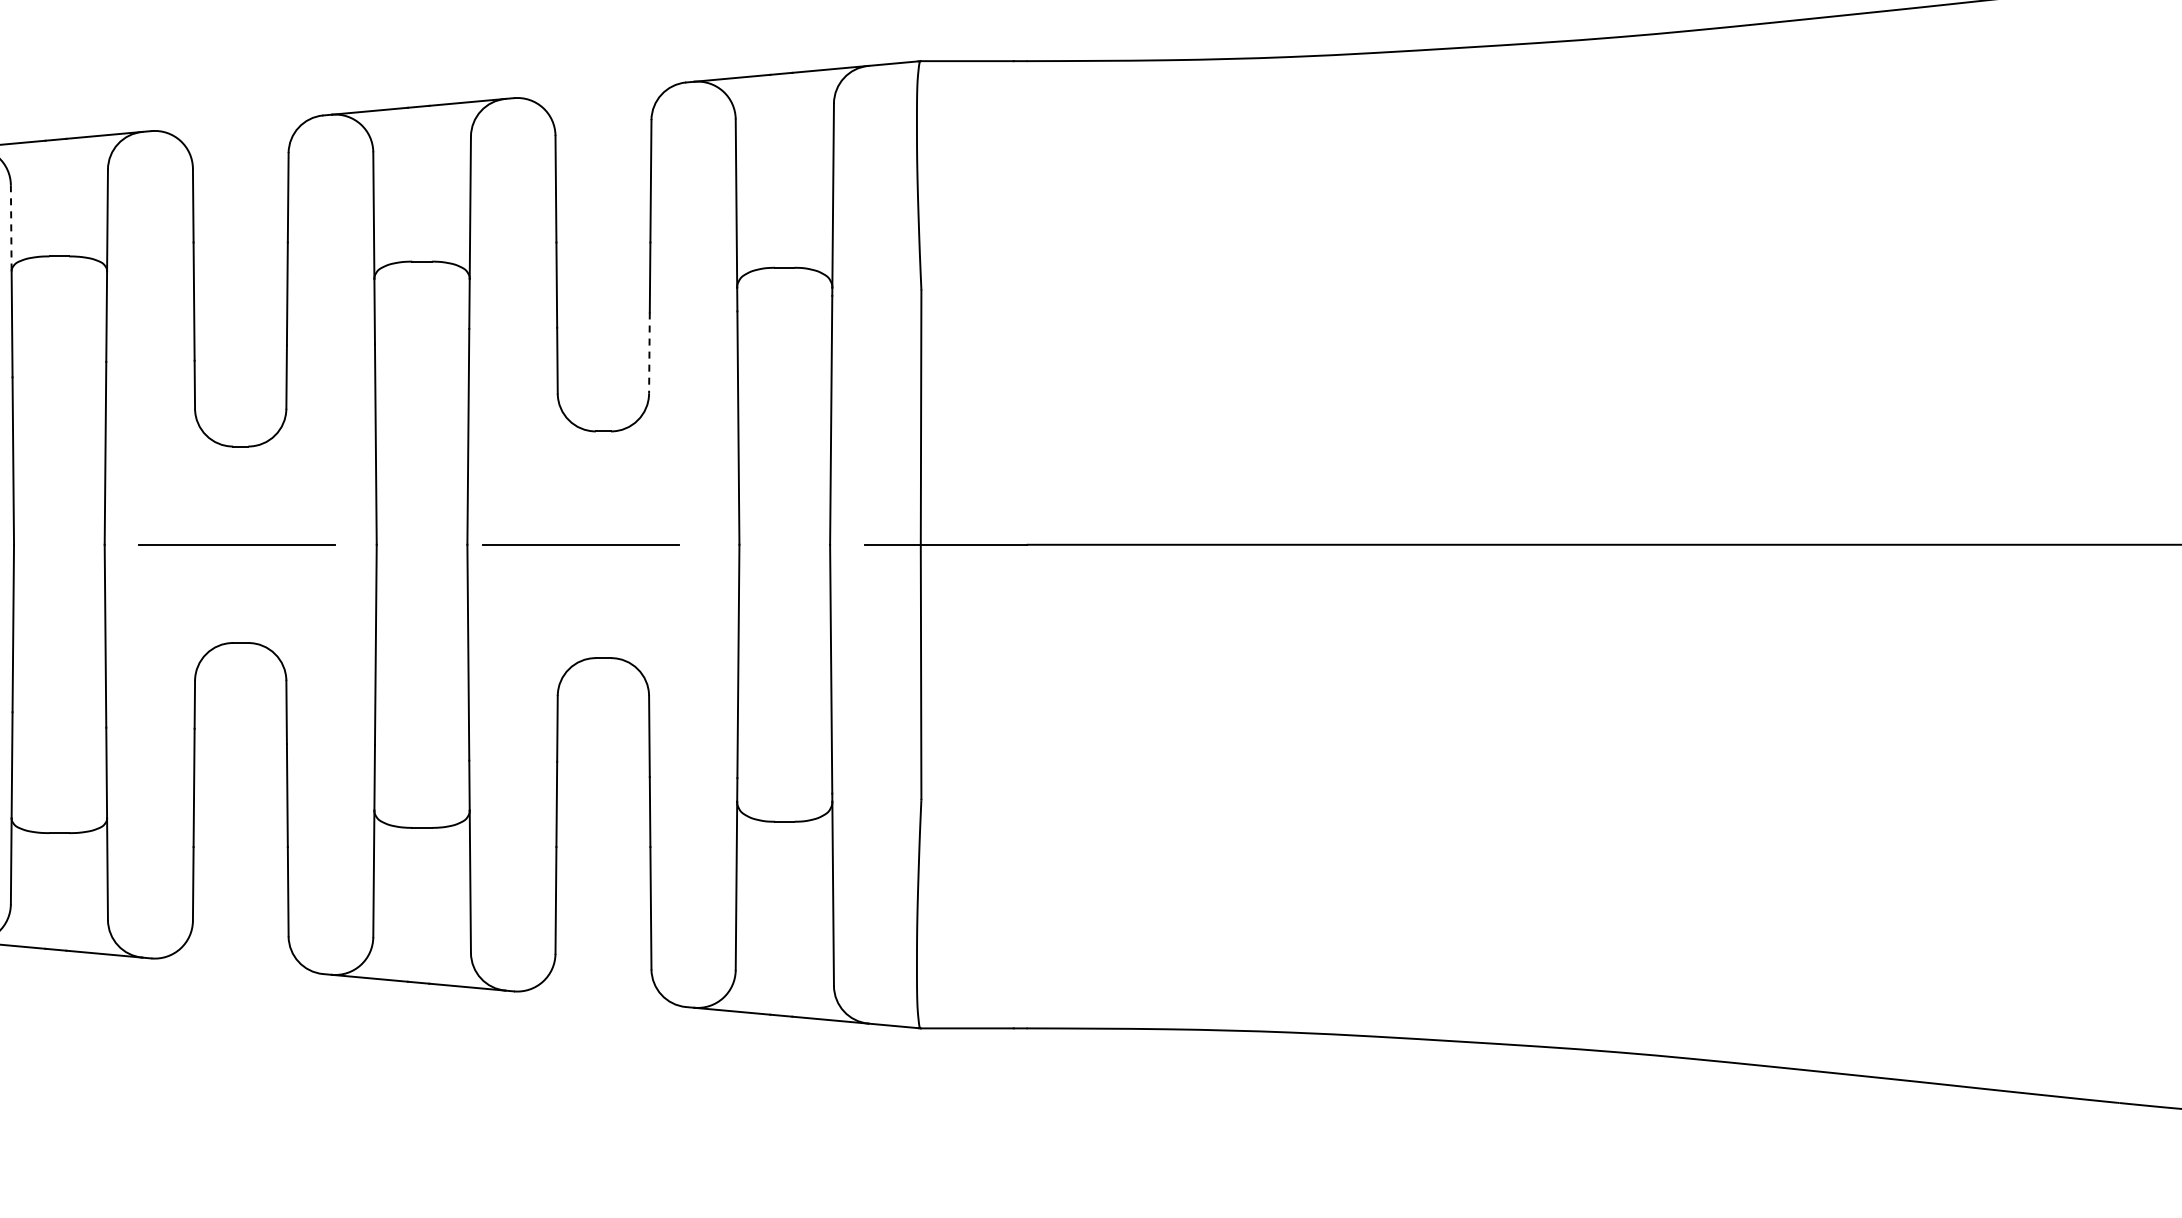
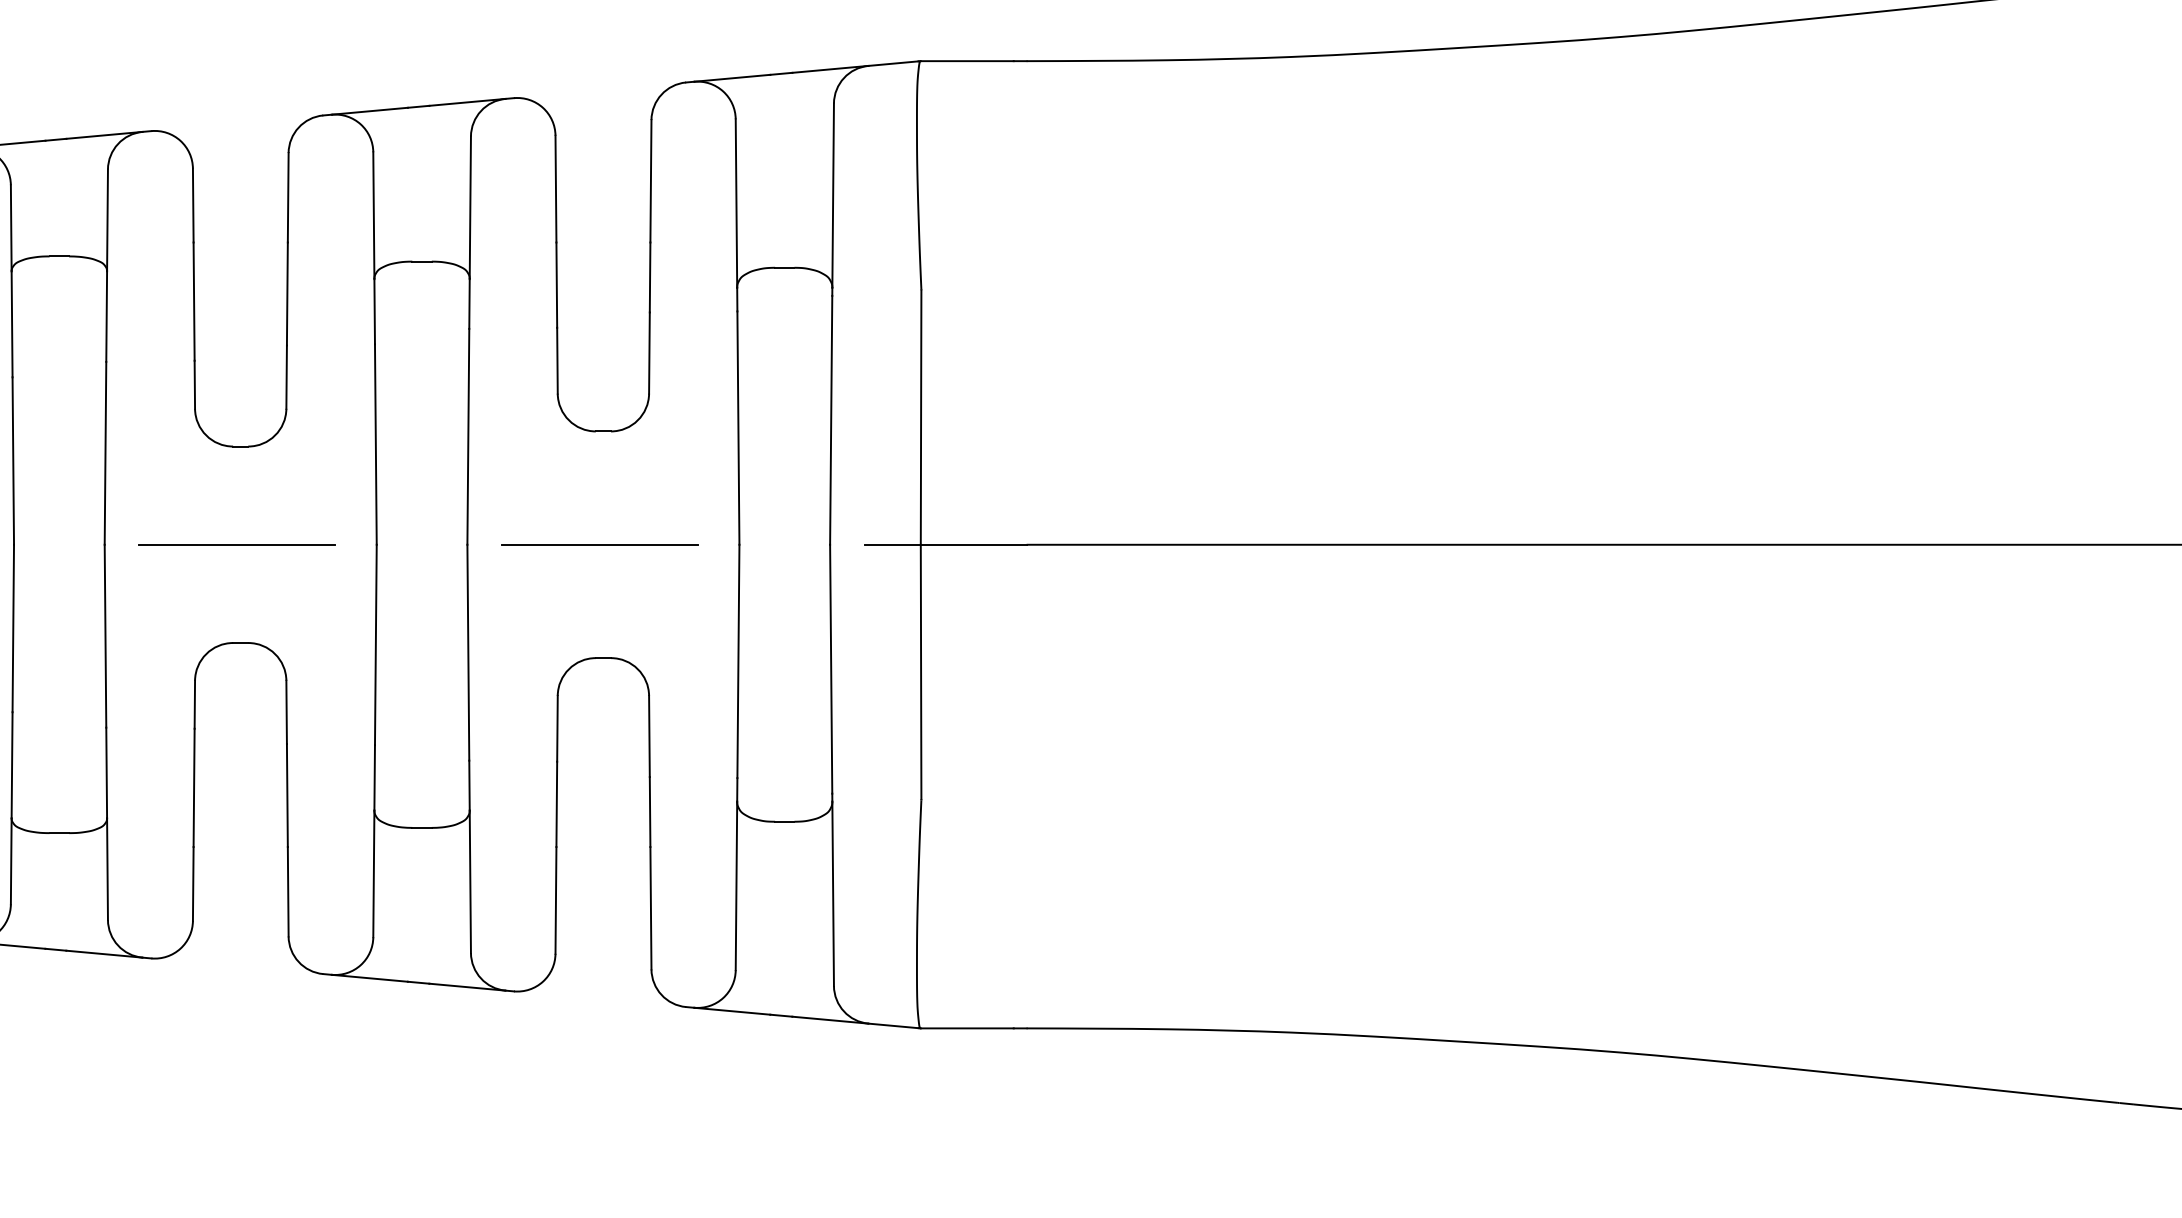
line at (11, 228): dashed -> solid
line at (649, 353): dashed -> solid
line at (580, 544) position: (580, 544) -> (599, 544)
